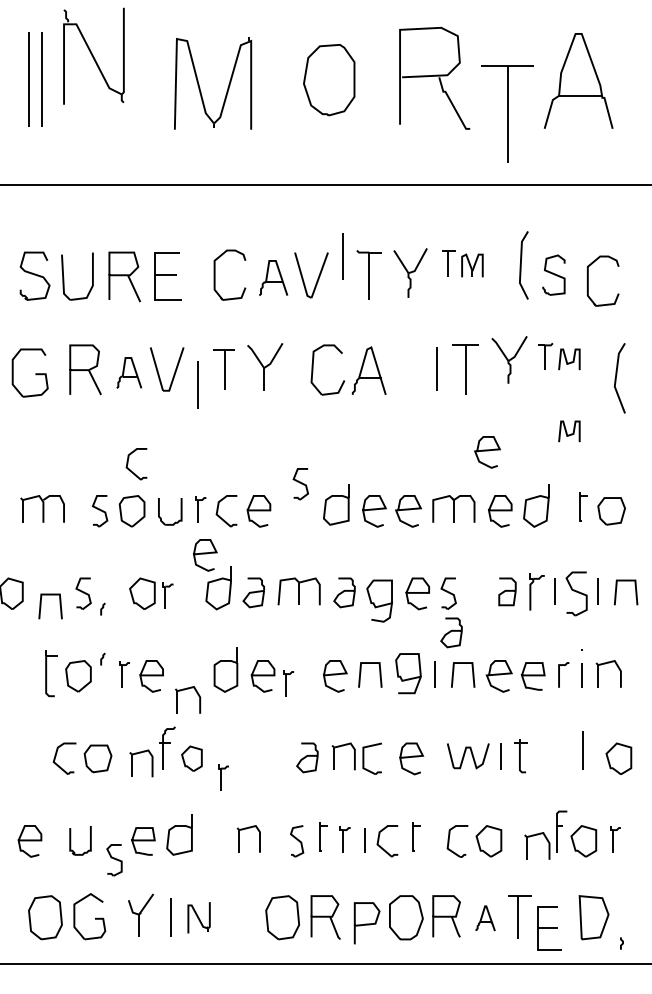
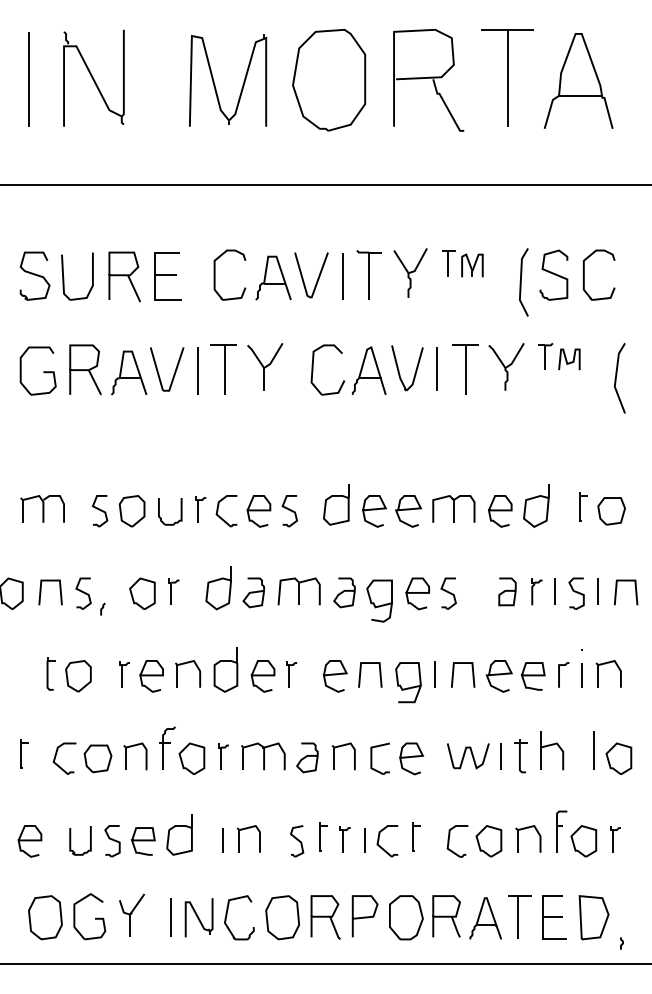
part at (93, 55) position: (93, 55) -> (93, 77)
part at (434, 78) position: (434, 78) -> (428, 80)
line at (41, 79): present -> none
part at (329, 80) size: 53x73 px -> 75x104 px
part at (200, 87) position: (200, 87) -> (215, 84)
part at (507, 113) position: (507, 113) -> (507, 77)
line at (342, 256) position: (342, 256) -> (342, 276)
line at (521, 265) position: (521, 265) -> (521, 282)
part at (553, 274) size: 24x42 px -> 30x52 px
part at (273, 277) size: 29x36 px -> 37x46 px
part at (588, 280) position: (588, 280) -> (584, 274)
part at (509, 359) position: (509, 359) -> (506, 366)
part at (223, 369) size: 22x41 px -> 27x51 px
part at (415, 369): none -> present
part at (129, 372) size: 27x32 px -> 37x46 px
part at (35, 373) position: (35, 373) -> (43, 371)
line at (197, 384) position: (197, 384) -> (197, 370)
curve at (567, 432): present -> none
curve at (487, 451): present -> none
part at (130, 469): present -> none
part at (300, 484) position: (300, 484) -> (289, 511)
curve at (205, 554): present -> none
part at (536, 591) size: 16x38 px -> 12x28 px
part at (576, 593) size: 23x46 px -> 17x33 px
part at (167, 595) position: (167, 595) -> (173, 591)
line at (41, 606) position: (41, 606) -> (41, 592)
part at (451, 632): present -> none
line at (102, 658): present -> none
part at (51, 673) size: 13x48 px -> 10x34 px
curve at (411, 677) position: (411, 677) -> (411, 686)
part at (288, 683) position: (288, 683) -> (291, 674)
part at (184, 690) position: (184, 690) -> (184, 664)
part at (552, 750): none -> present
line at (582, 750) position: (582, 750) -> (593, 750)
part at (24, 753): none -> present
part at (263, 756): none -> present
part at (191, 758) size: 22x27 px -> 28x33 px
part at (364, 758) position: (364, 758) -> (372, 758)
part at (132, 763) position: (132, 763) -> (126, 756)
part at (223, 777) position: (223, 777) -> (223, 756)
part at (534, 836) position: (534, 836) -> (525, 829)
line at (222, 840): none -> present
part at (114, 860) position: (114, 860) -> (112, 841)
part at (140, 914) position: (140, 914) -> (131, 914)
part at (227, 915): none -> present
part at (198, 917) size: 24x32 px -> 30x40 px
part at (485, 918) size: 21x27 px -> 33x43 px
curve at (366, 923) position: (366, 923) -> (364, 916)
part at (549, 928) position: (549, 928) -> (554, 917)
